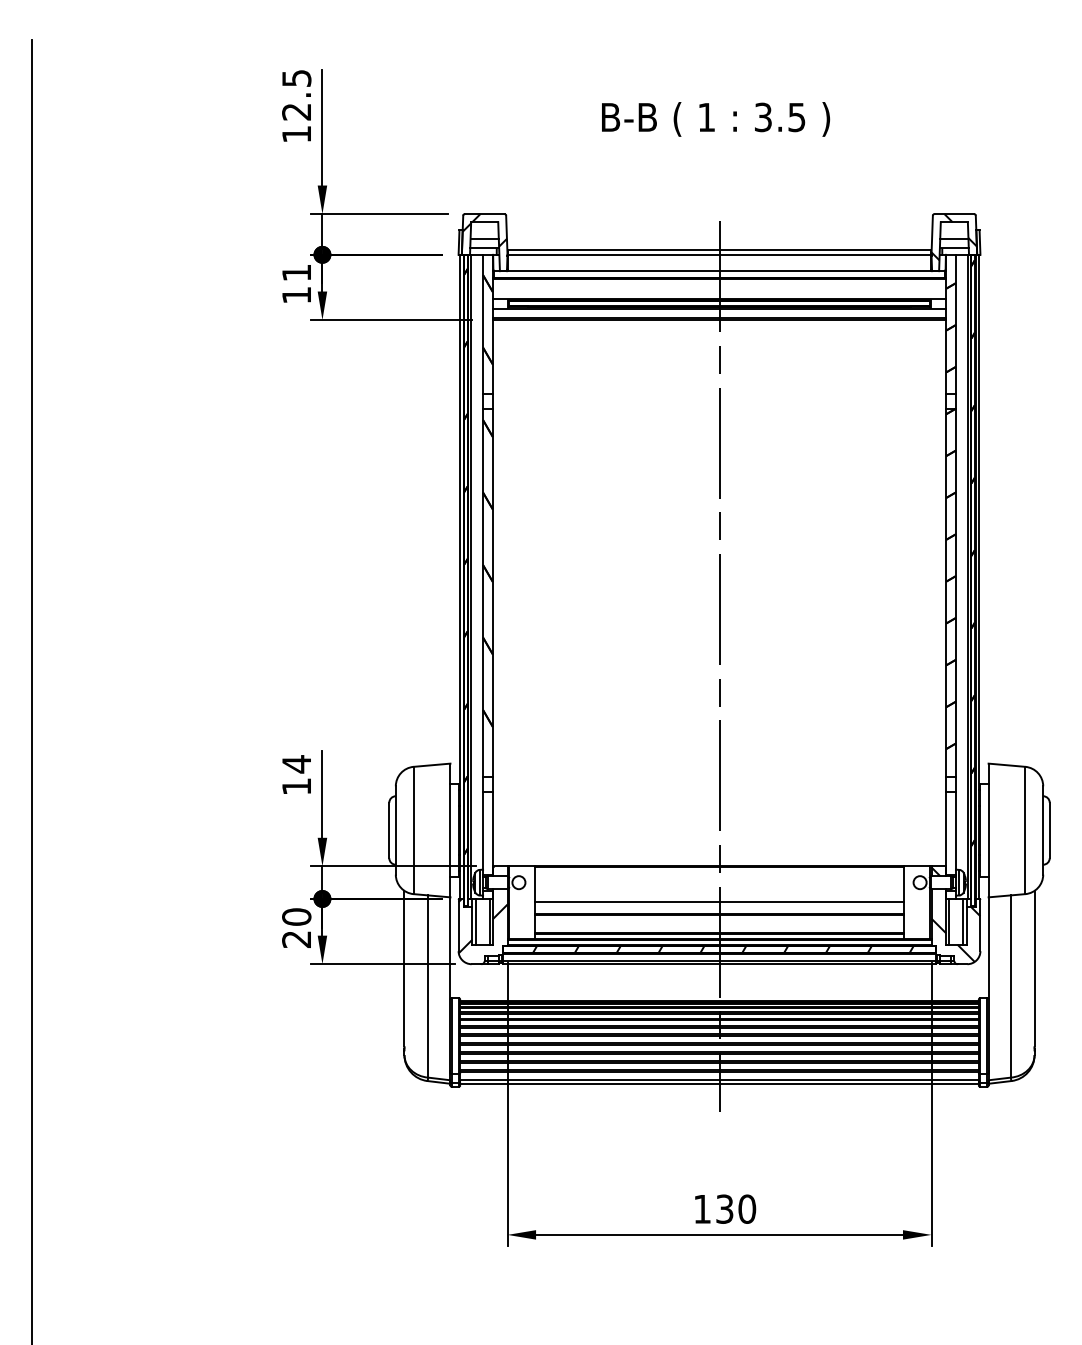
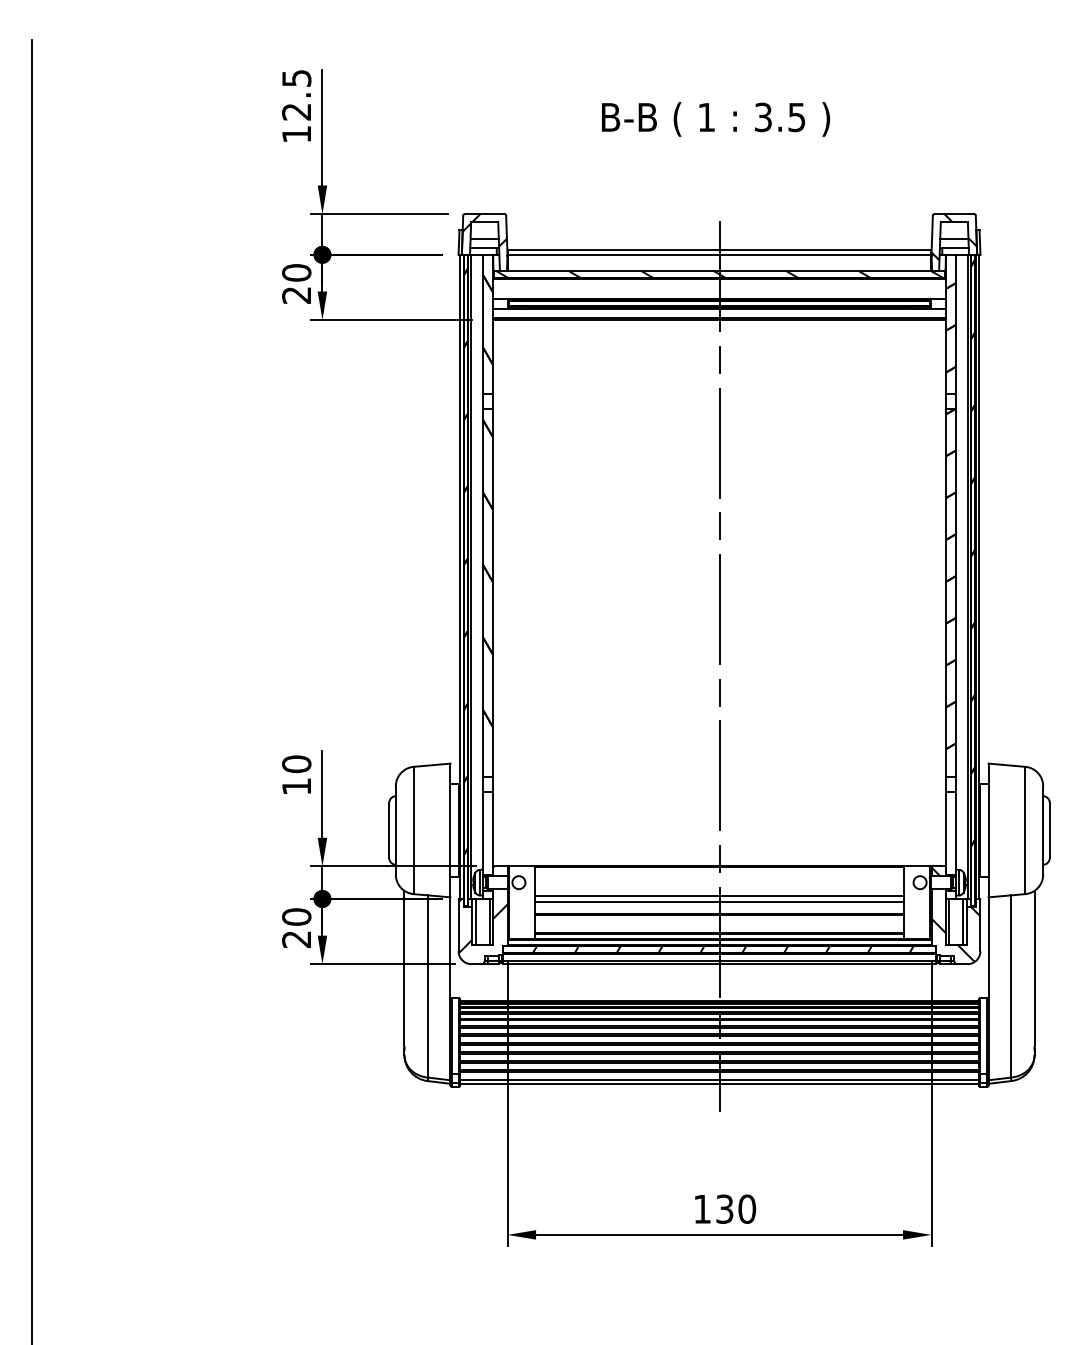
hatch at (719, 274): none -> present
text at (296, 283): 11 -> 20
text at (296, 764): 14 -> 10
line at (719, 895): none -> present
